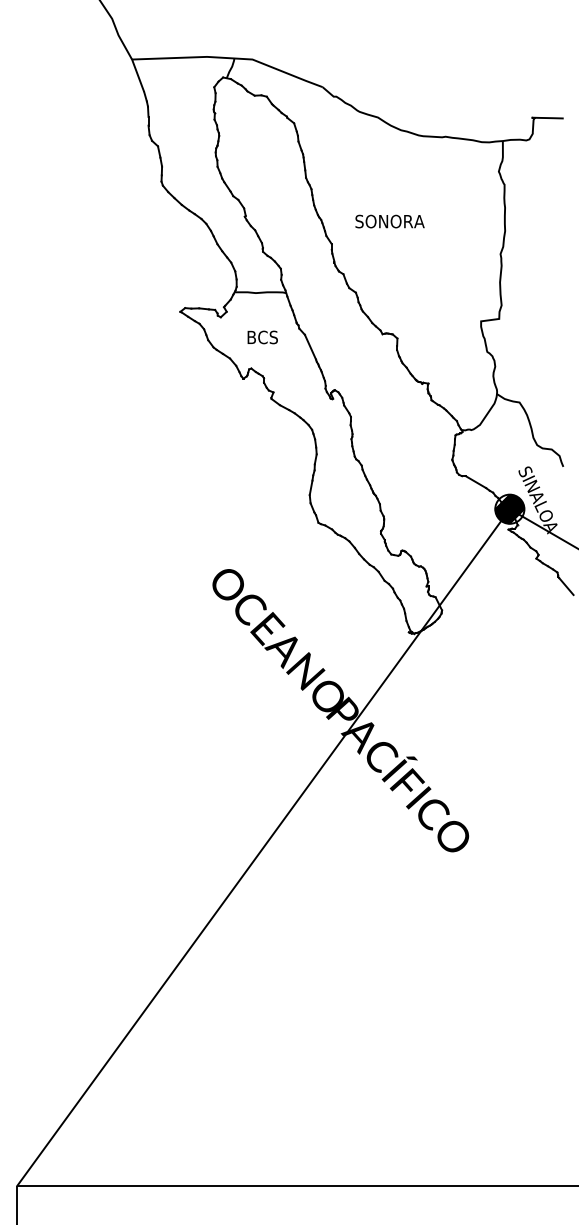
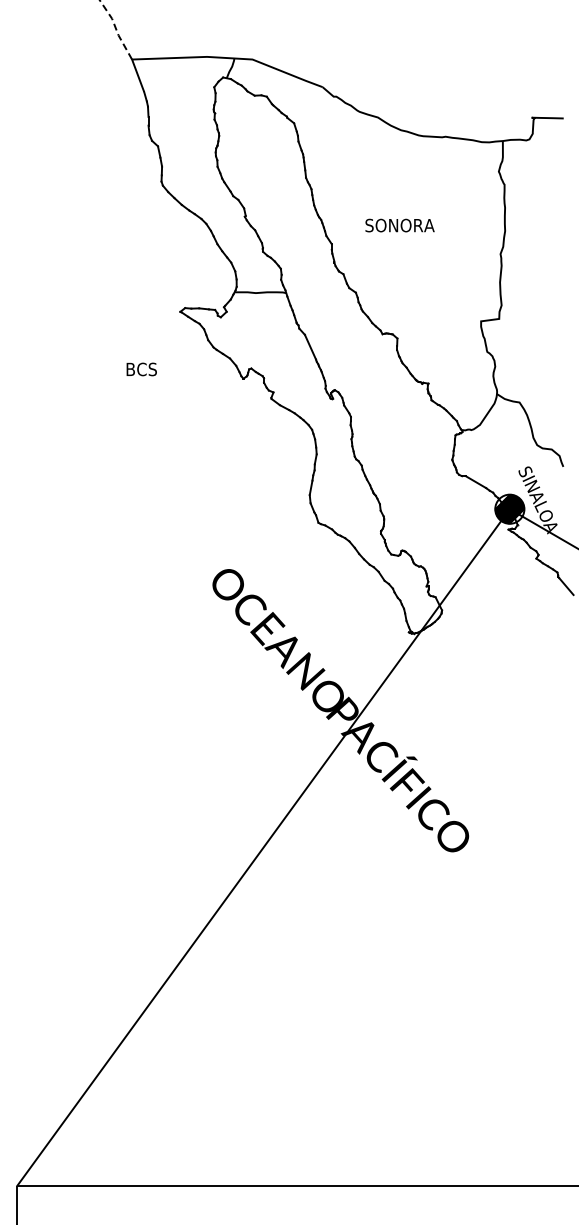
line at (116, 29): solid -> dashed
text at (389, 221) position: (389, 221) -> (399, 225)
text at (262, 337) position: (262, 337) -> (141, 369)
